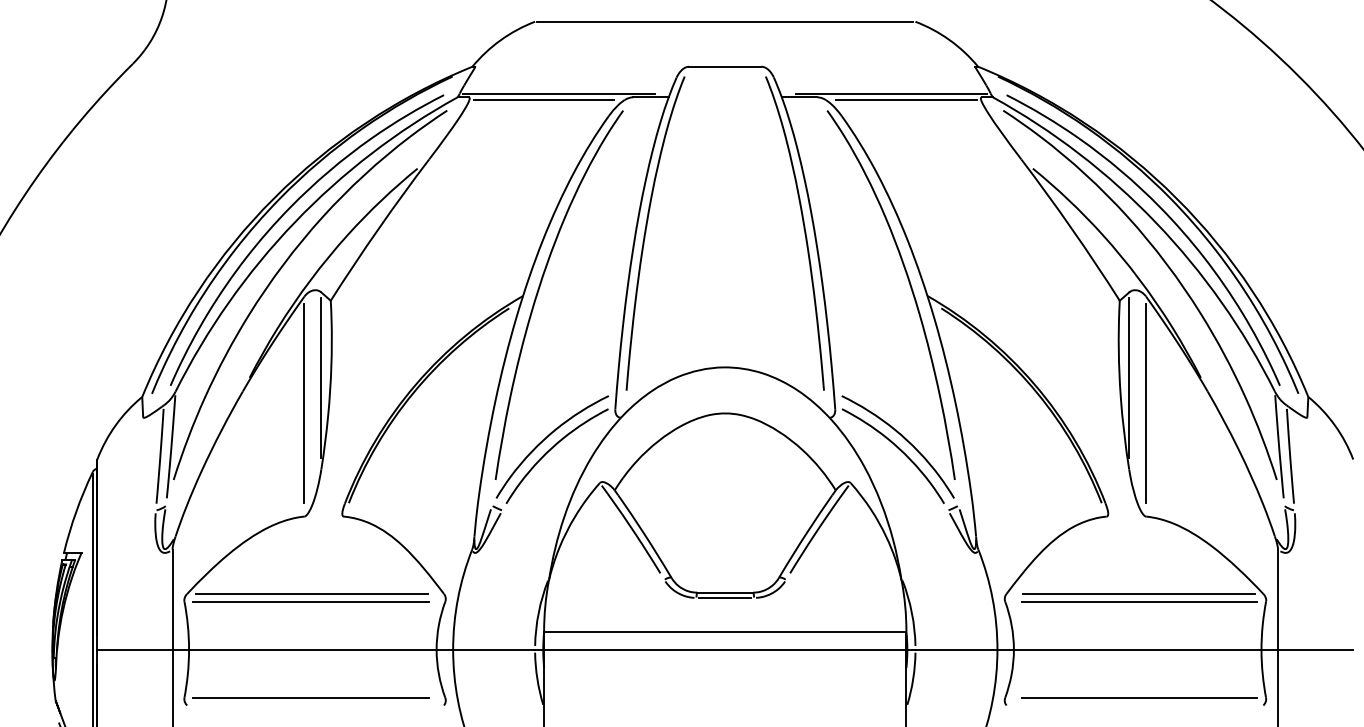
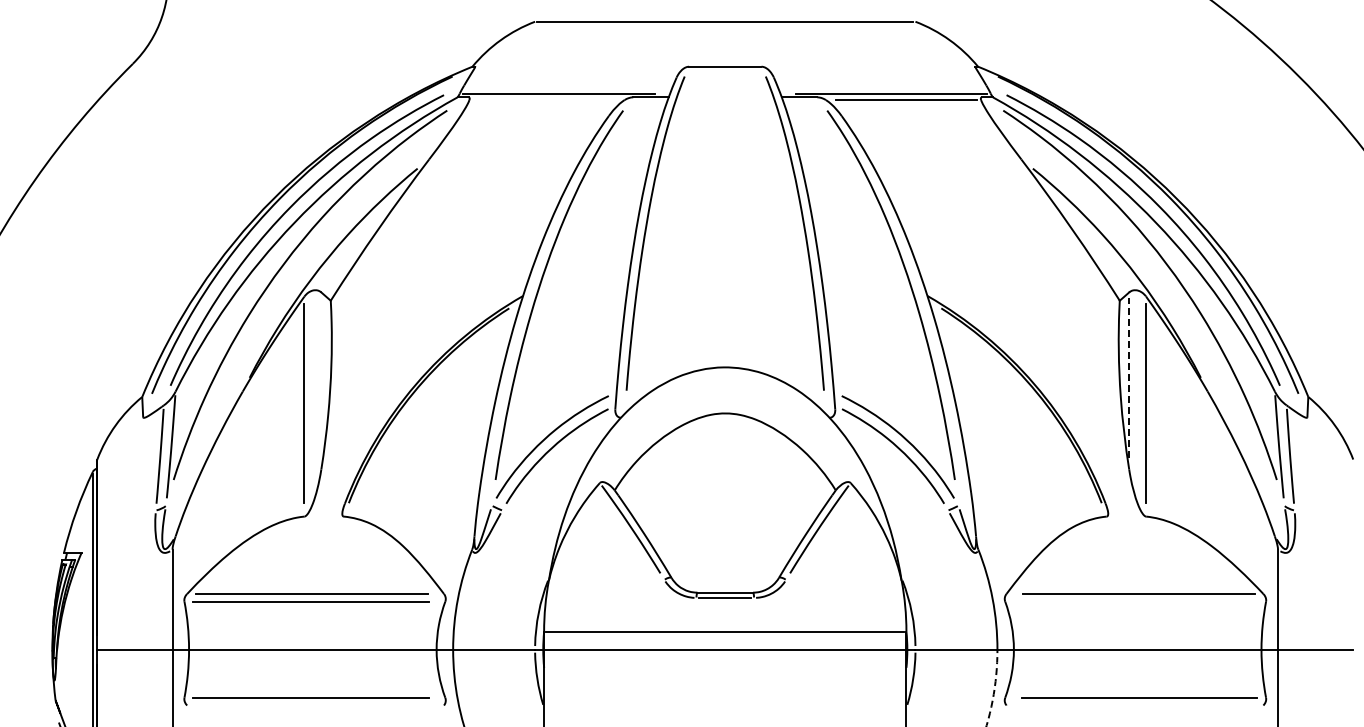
line at (543, 100): present -> none
line at (321, 378): present -> none
line at (1129, 378): solid -> dashed
line at (1139, 601): present -> none
arc at (994, 688): solid -> dashed
